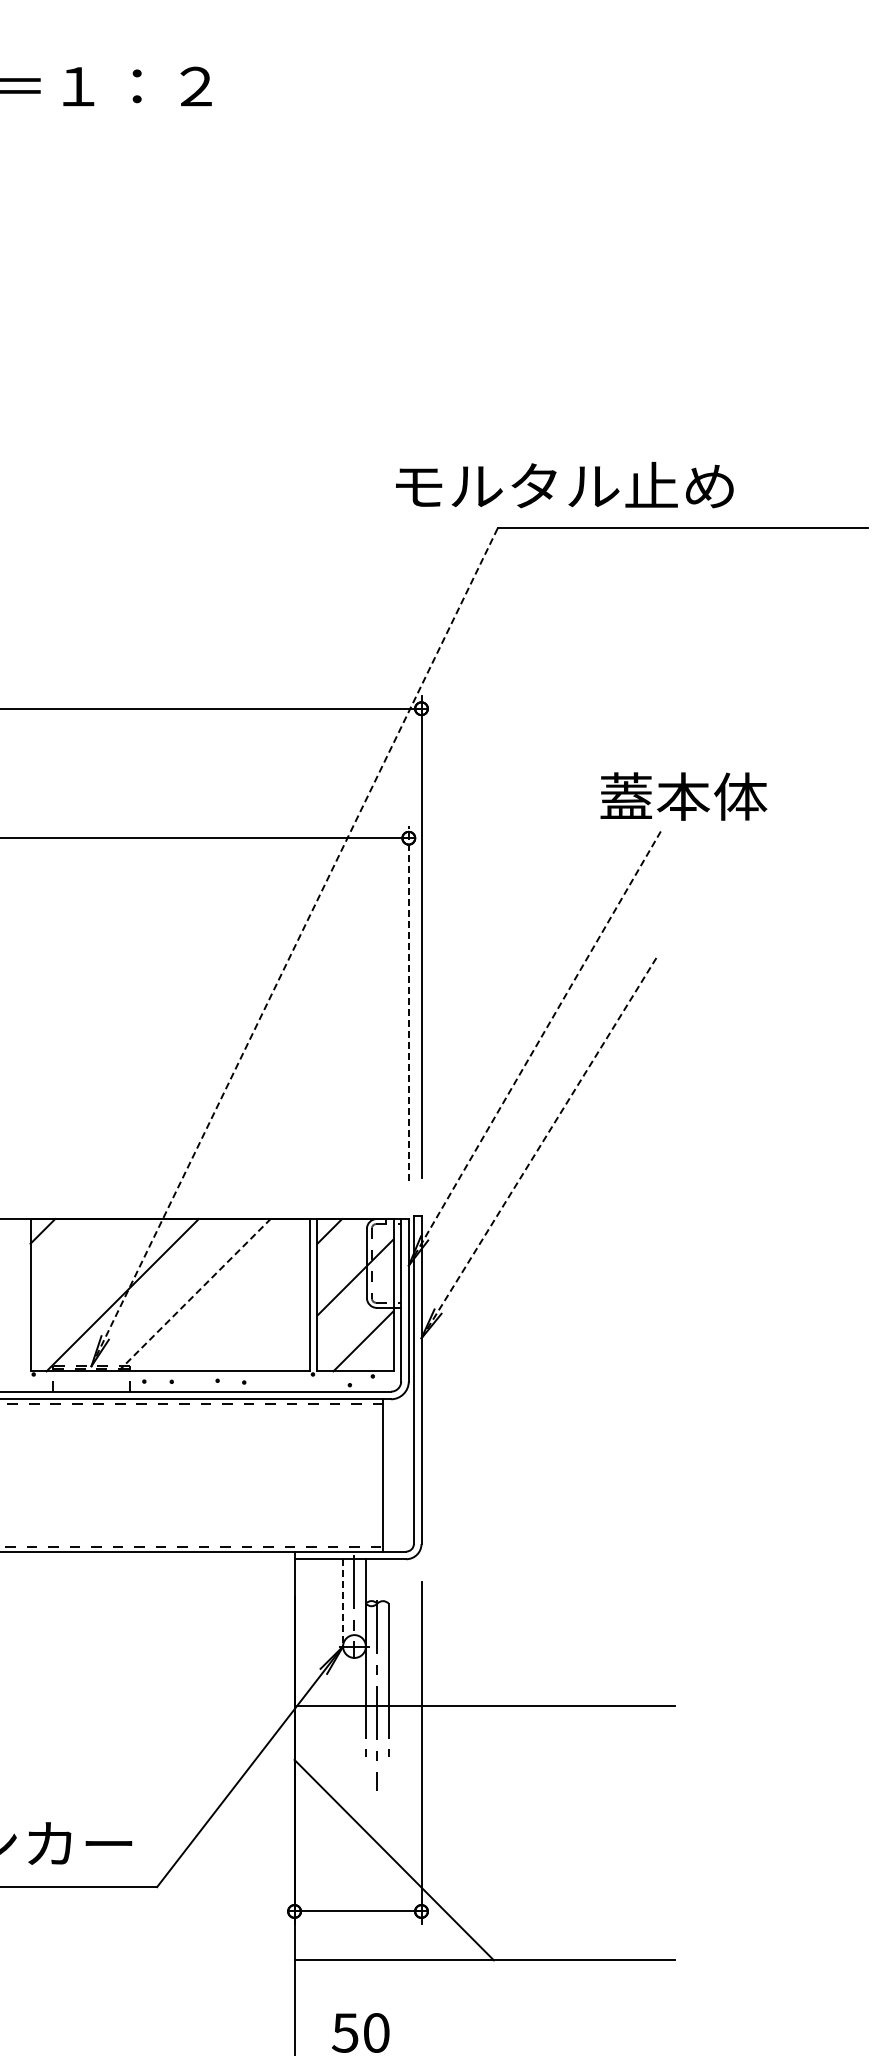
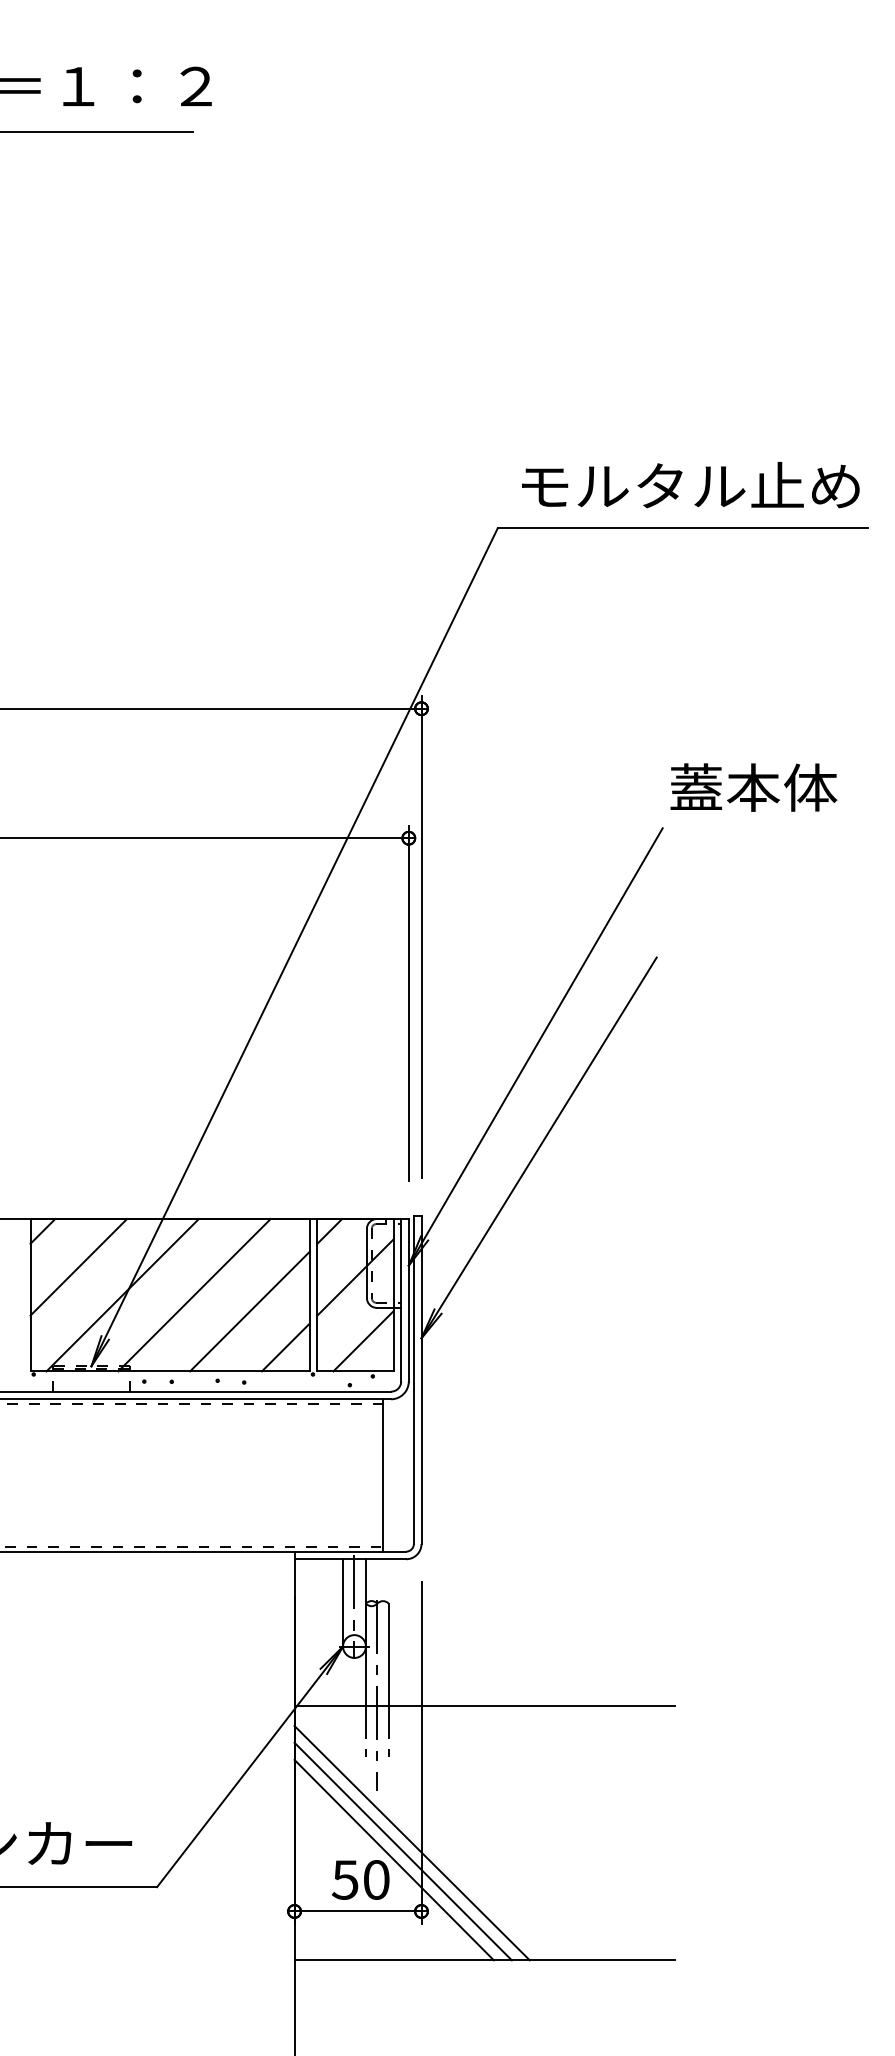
line at (97, 132): none -> present
text at (564, 485) position: (564, 485) -> (690, 485)
text at (683, 796) position: (683, 796) -> (753, 787)
line at (294, 947): dashed -> solid
line at (408, 1003): dashed -> solid
line at (535, 1046): dashed -> solid
line at (539, 1147): dashed -> solid
line at (78, 1267): none -> present
line at (194, 1295): dashed -> solid
line at (249, 1311): none -> present
line at (285, 1347): none -> present
line at (343, 1602): dashed -> solid
line at (411, 1843): none -> present
line at (402, 1851): none -> present
text at (360, 2032) position: (360, 2032) -> (360, 1879)
